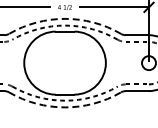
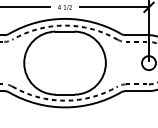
arc at (65, 18): dashed -> solid
arc at (65, 107): dashed -> solid
